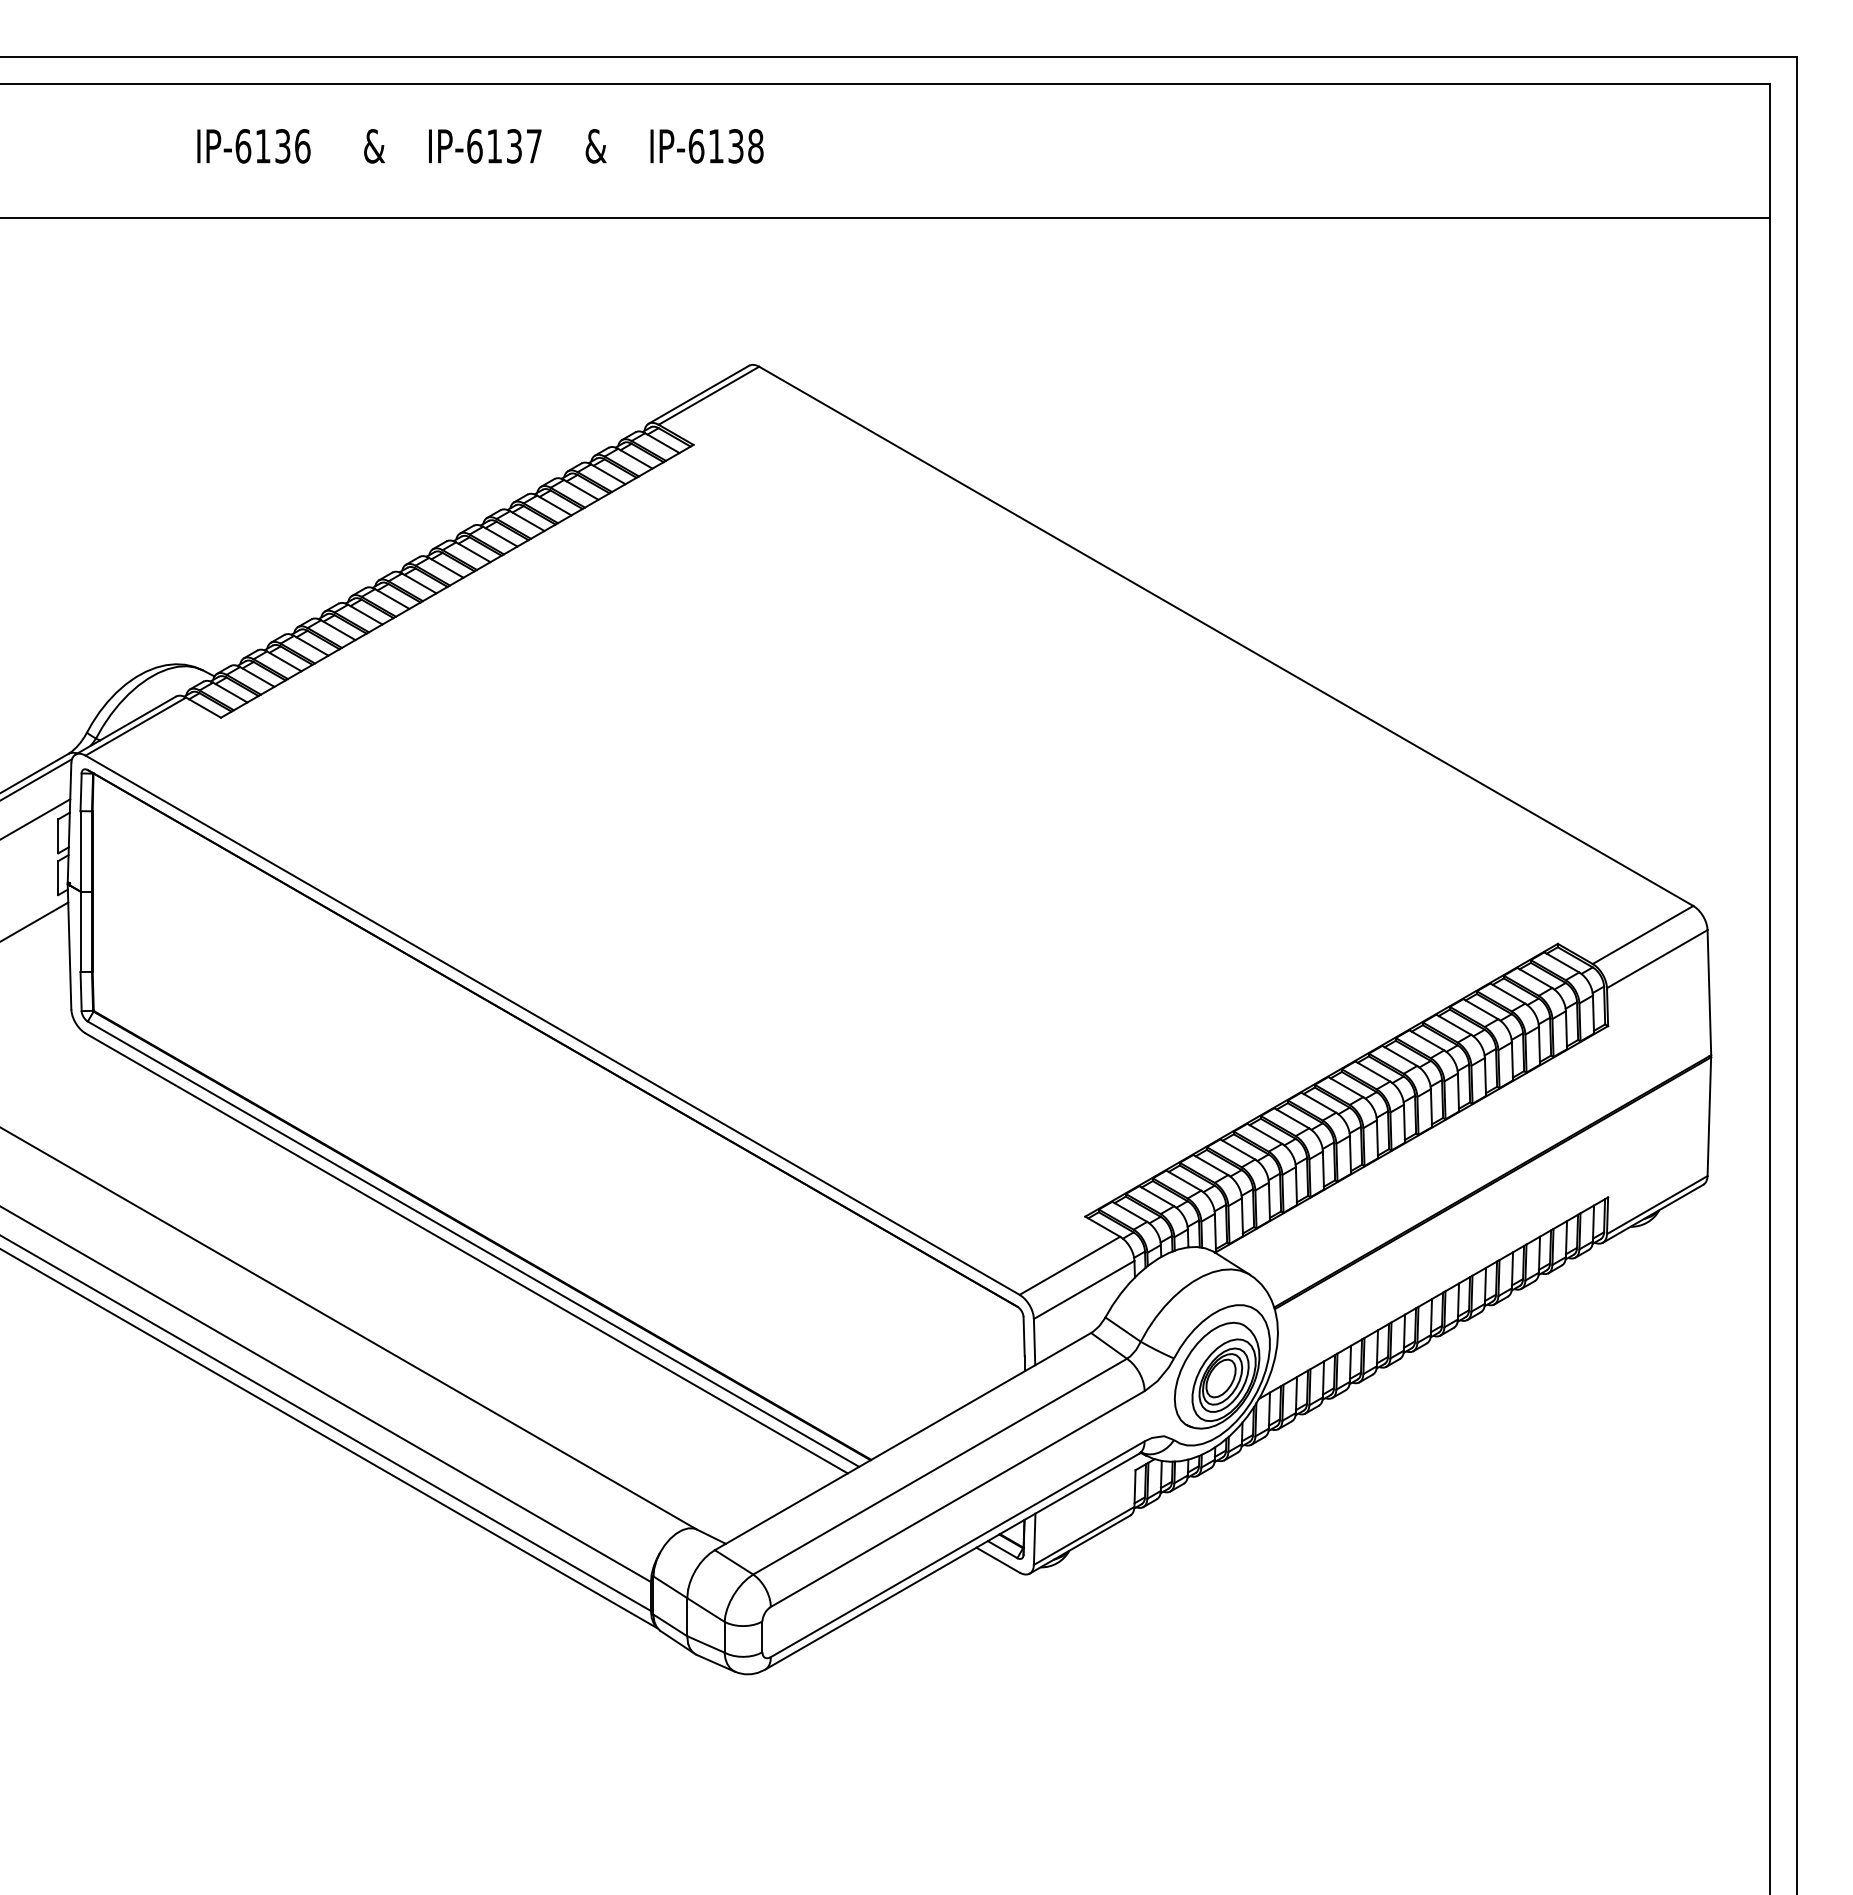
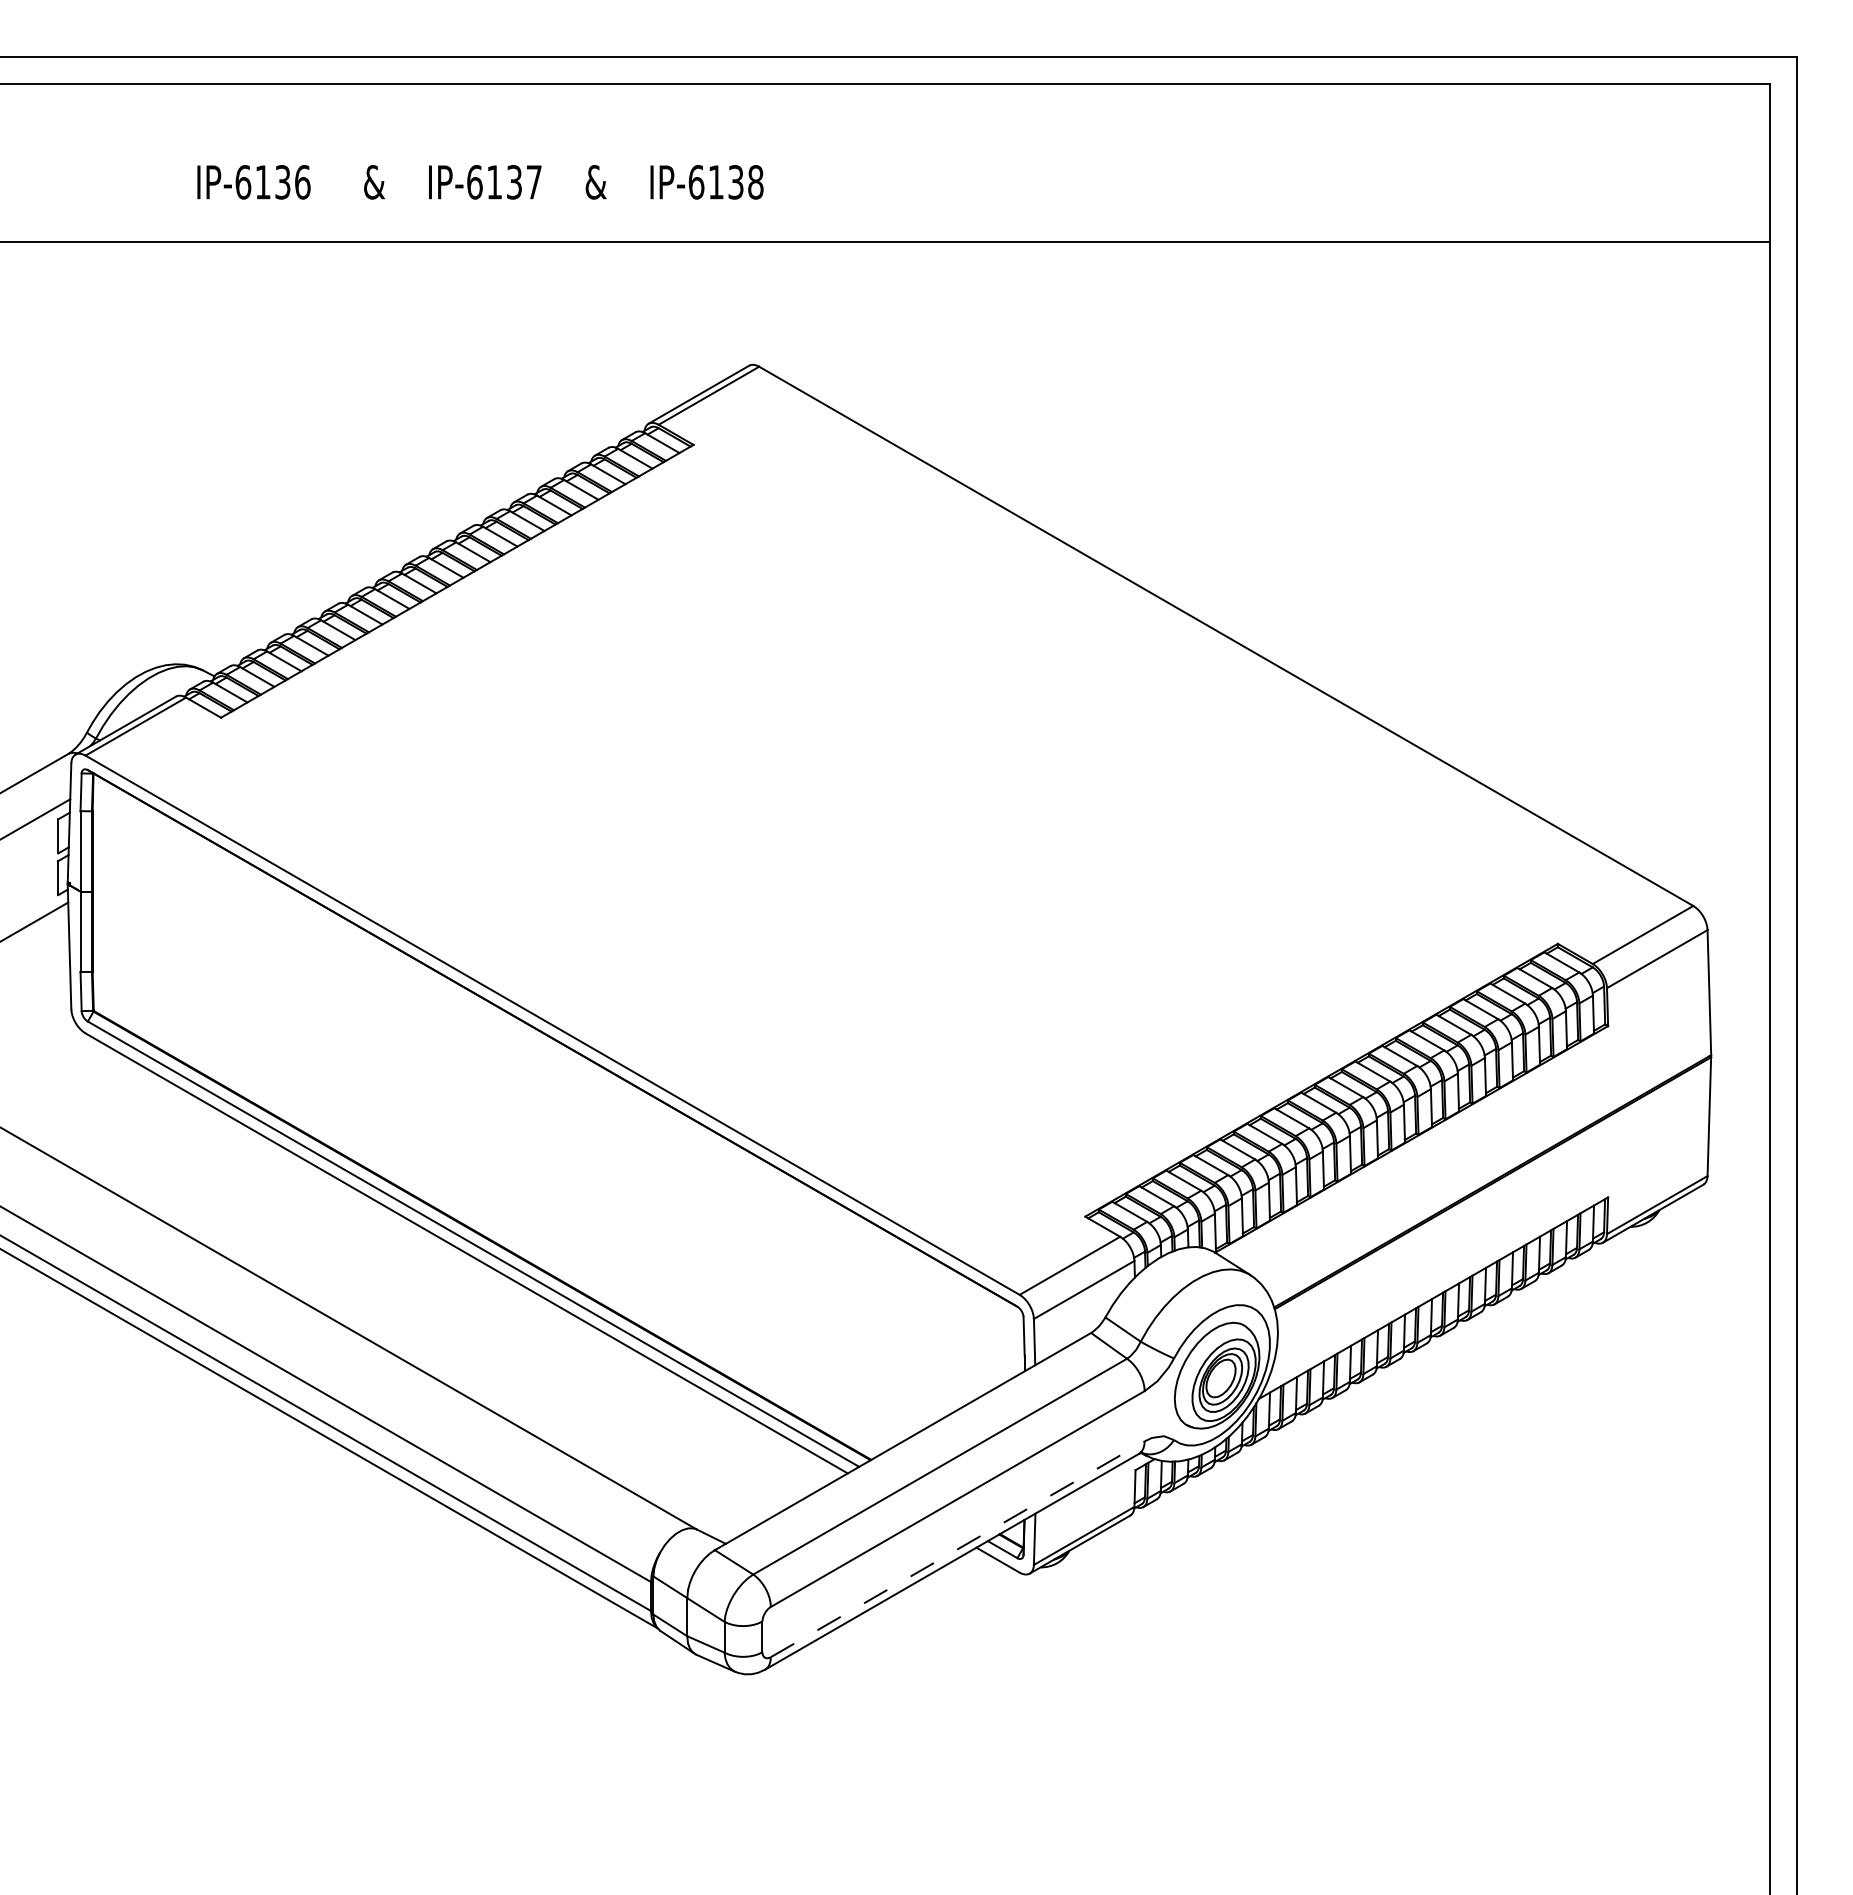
text at (480, 146) position: (480, 146) -> (480, 182)
line at (886, 218) position: (886, 218) -> (886, 242)
line at (37, 779): present -> none
line at (957, 1549): solid -> dashed
